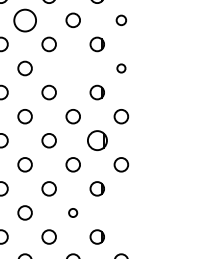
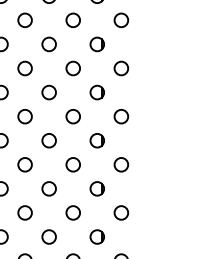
circle at (24, 20) size: 24x25 px -> 16x16 px
circle at (121, 20) size: 13x13 px -> 17x17 px
circle at (72, 68): none -> present
circle at (121, 68) size: 11x11 px -> 17x17 px
circle at (97, 140) size: 21x21 px -> 16x16 px
circle at (73, 212) size: 11x10 px -> 16x16 px
circle at (121, 212): none -> present
